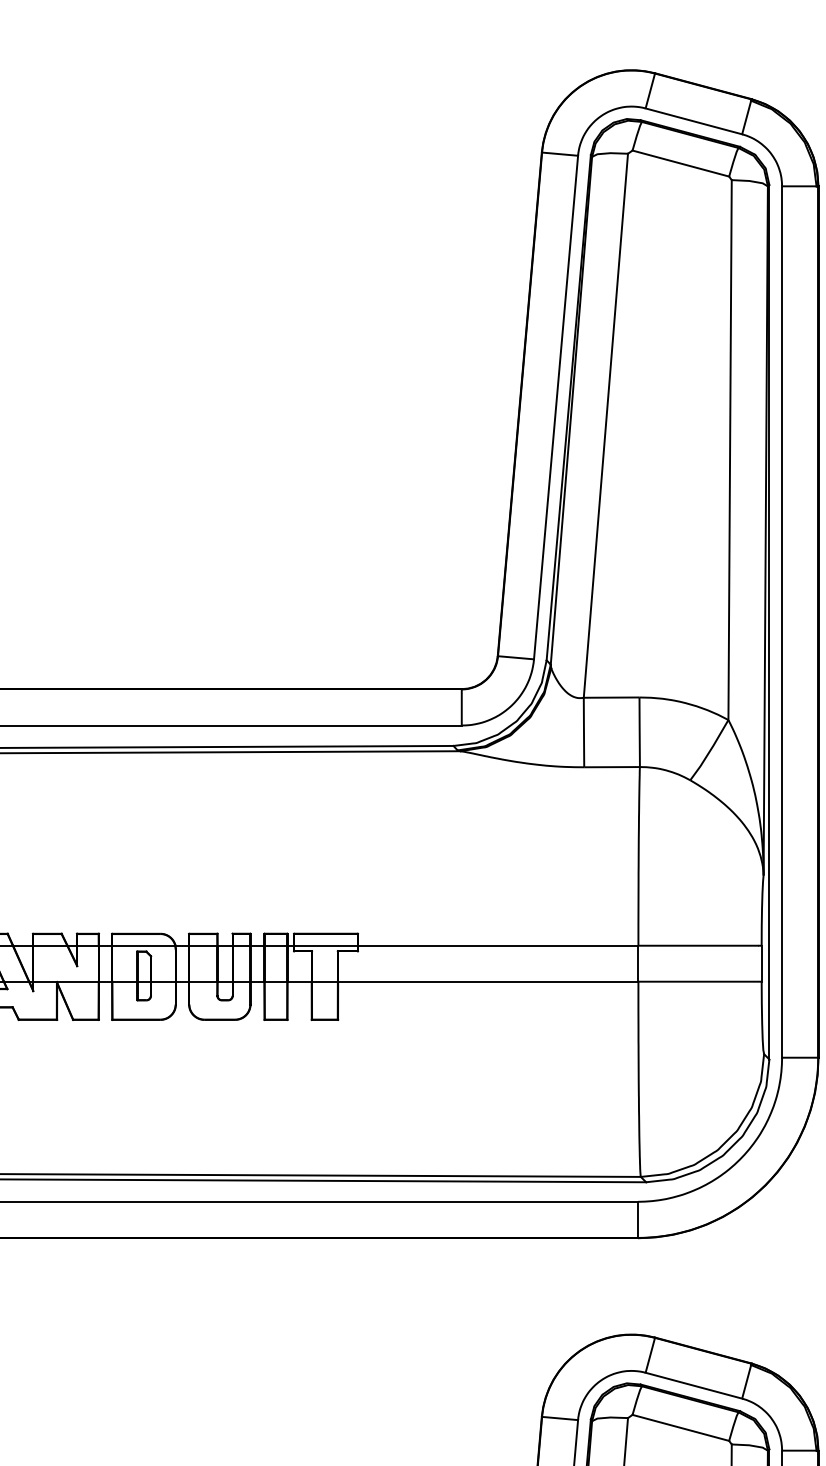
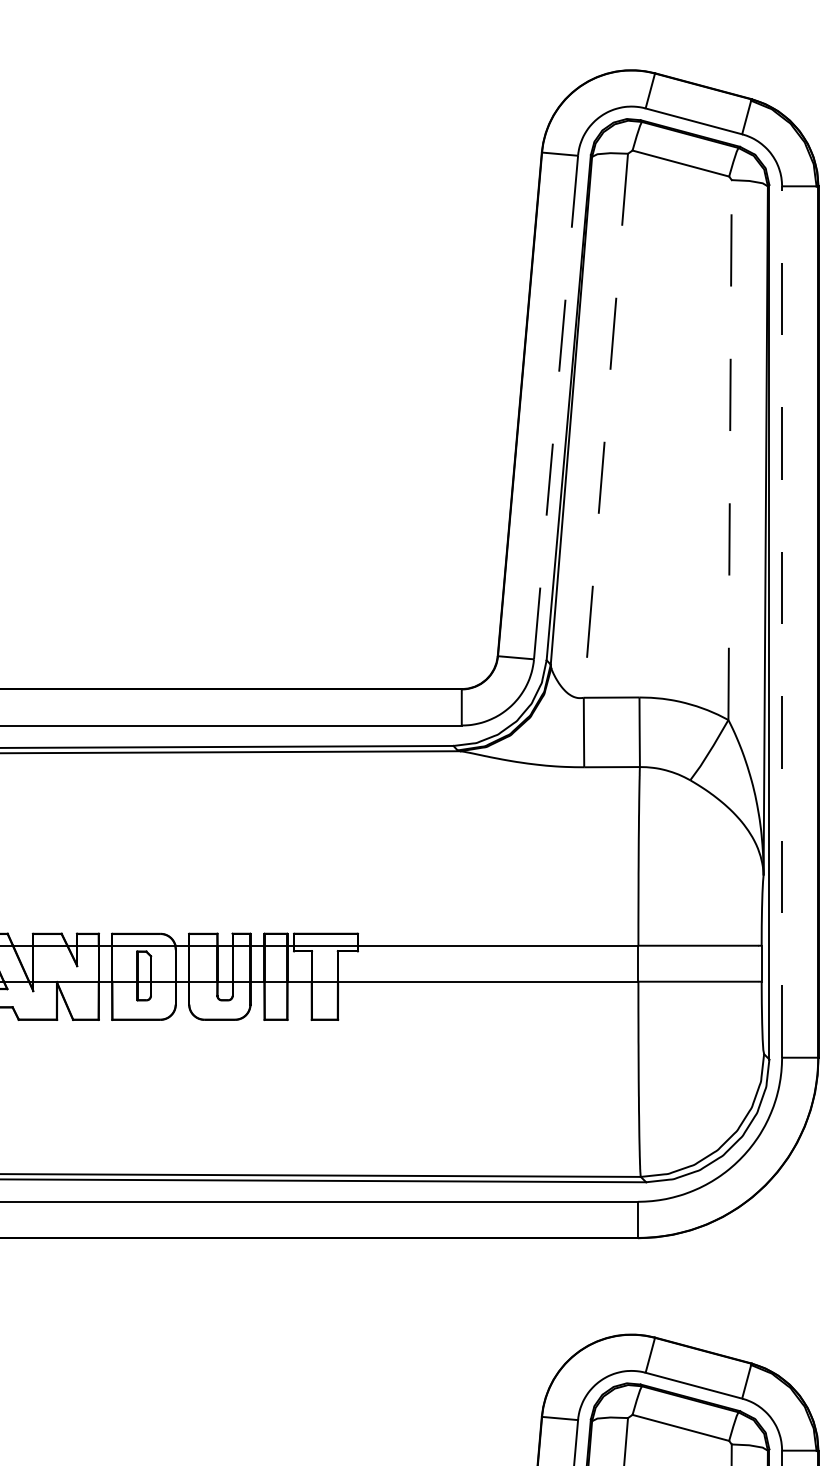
line at (556, 407): solid -> dashed
line at (605, 425): solid -> dashed
line at (730, 450): solid -> dashed
line at (782, 622): solid -> dashed
